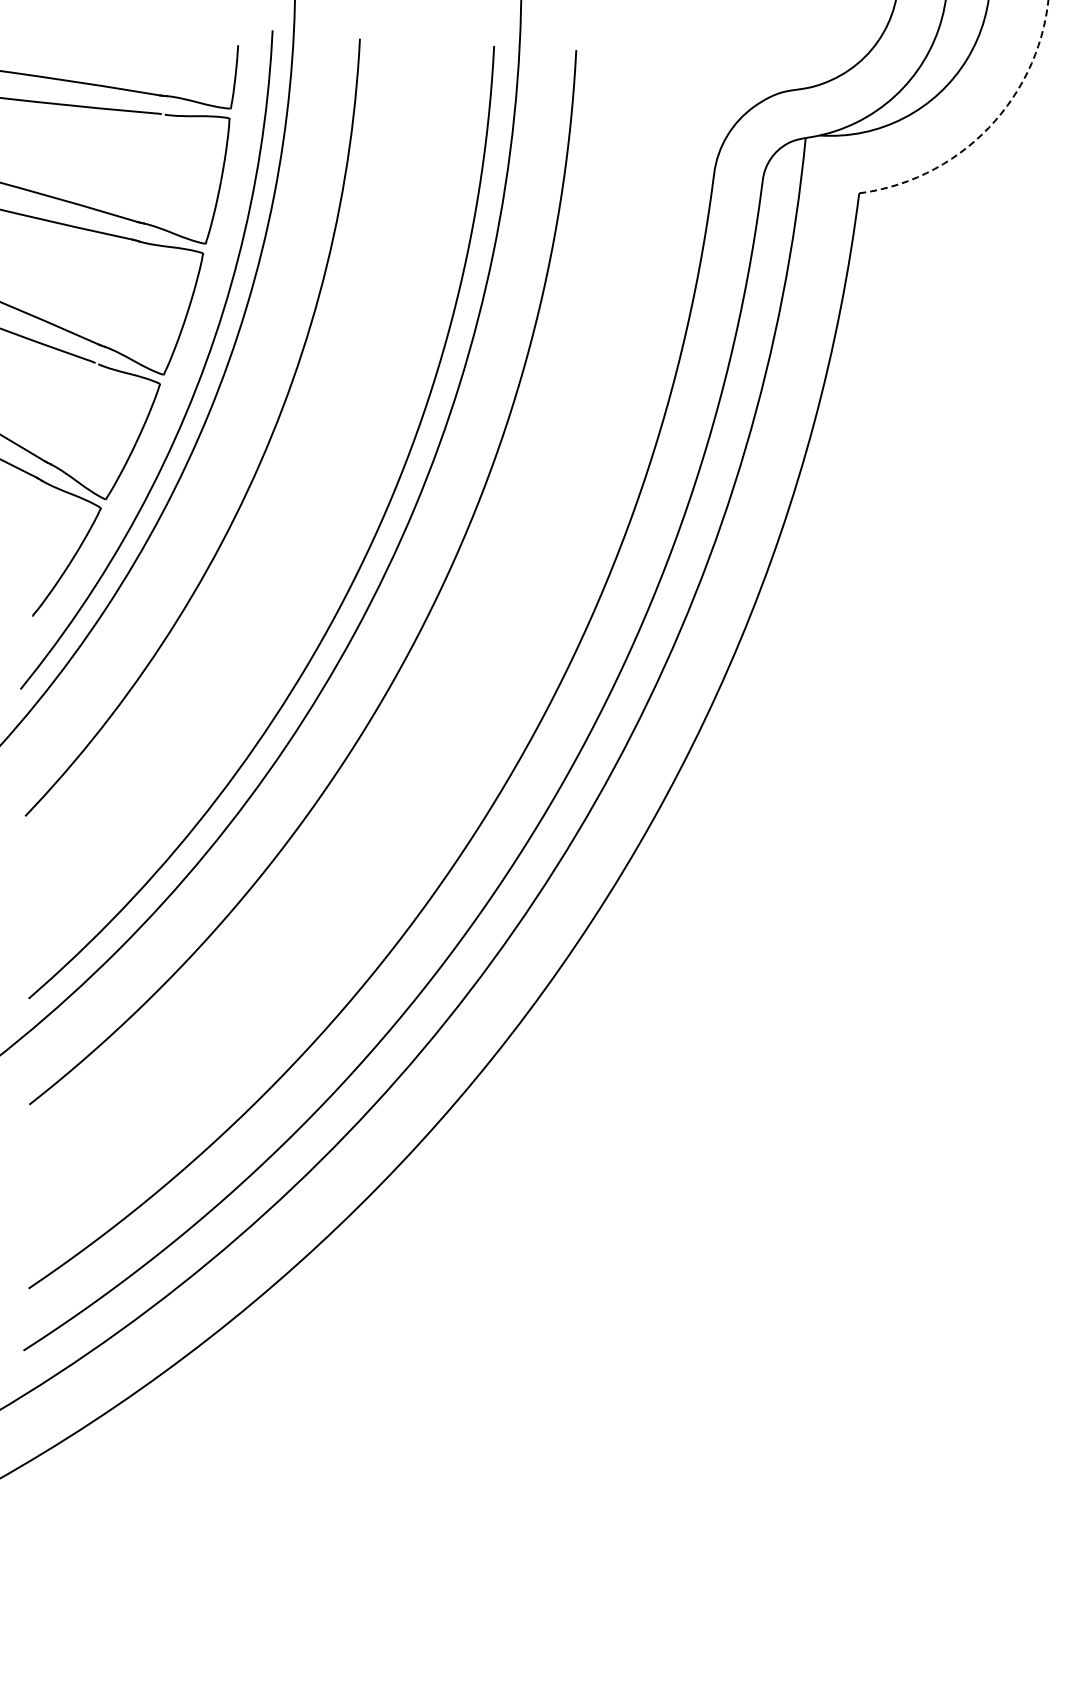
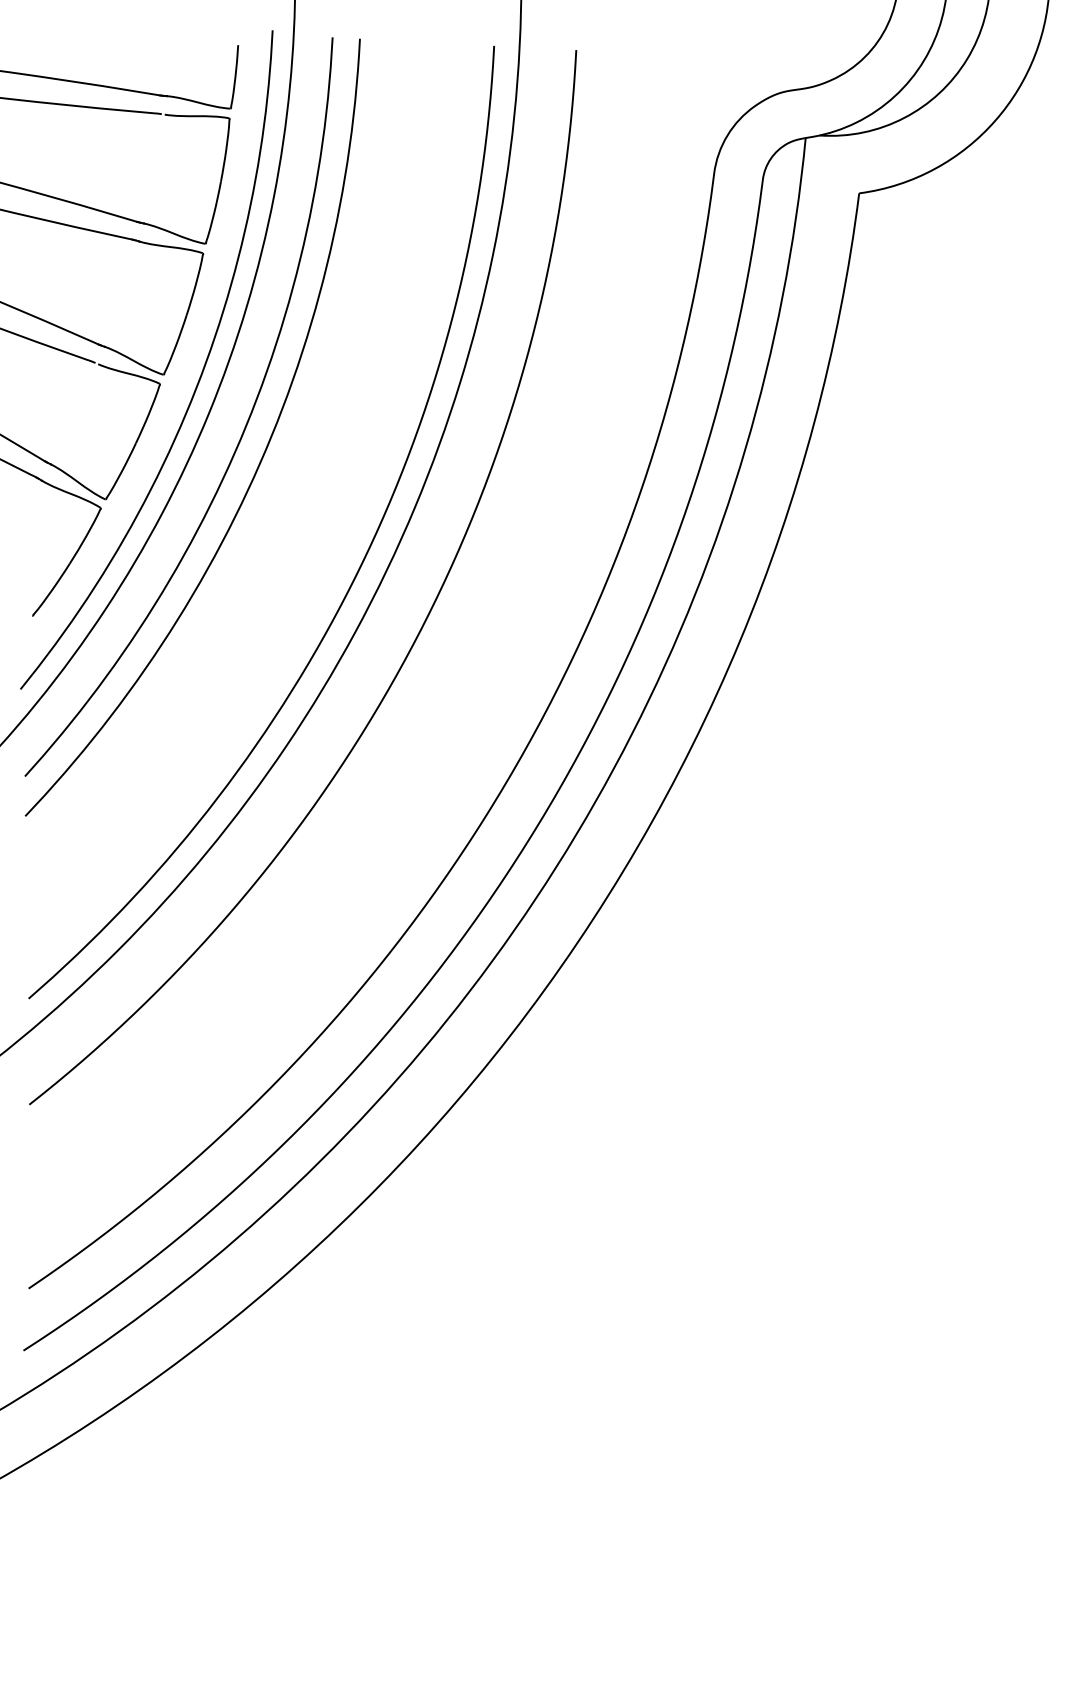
arc at (987, 129): dashed -> solid
curve at (242, 431): none -> present
